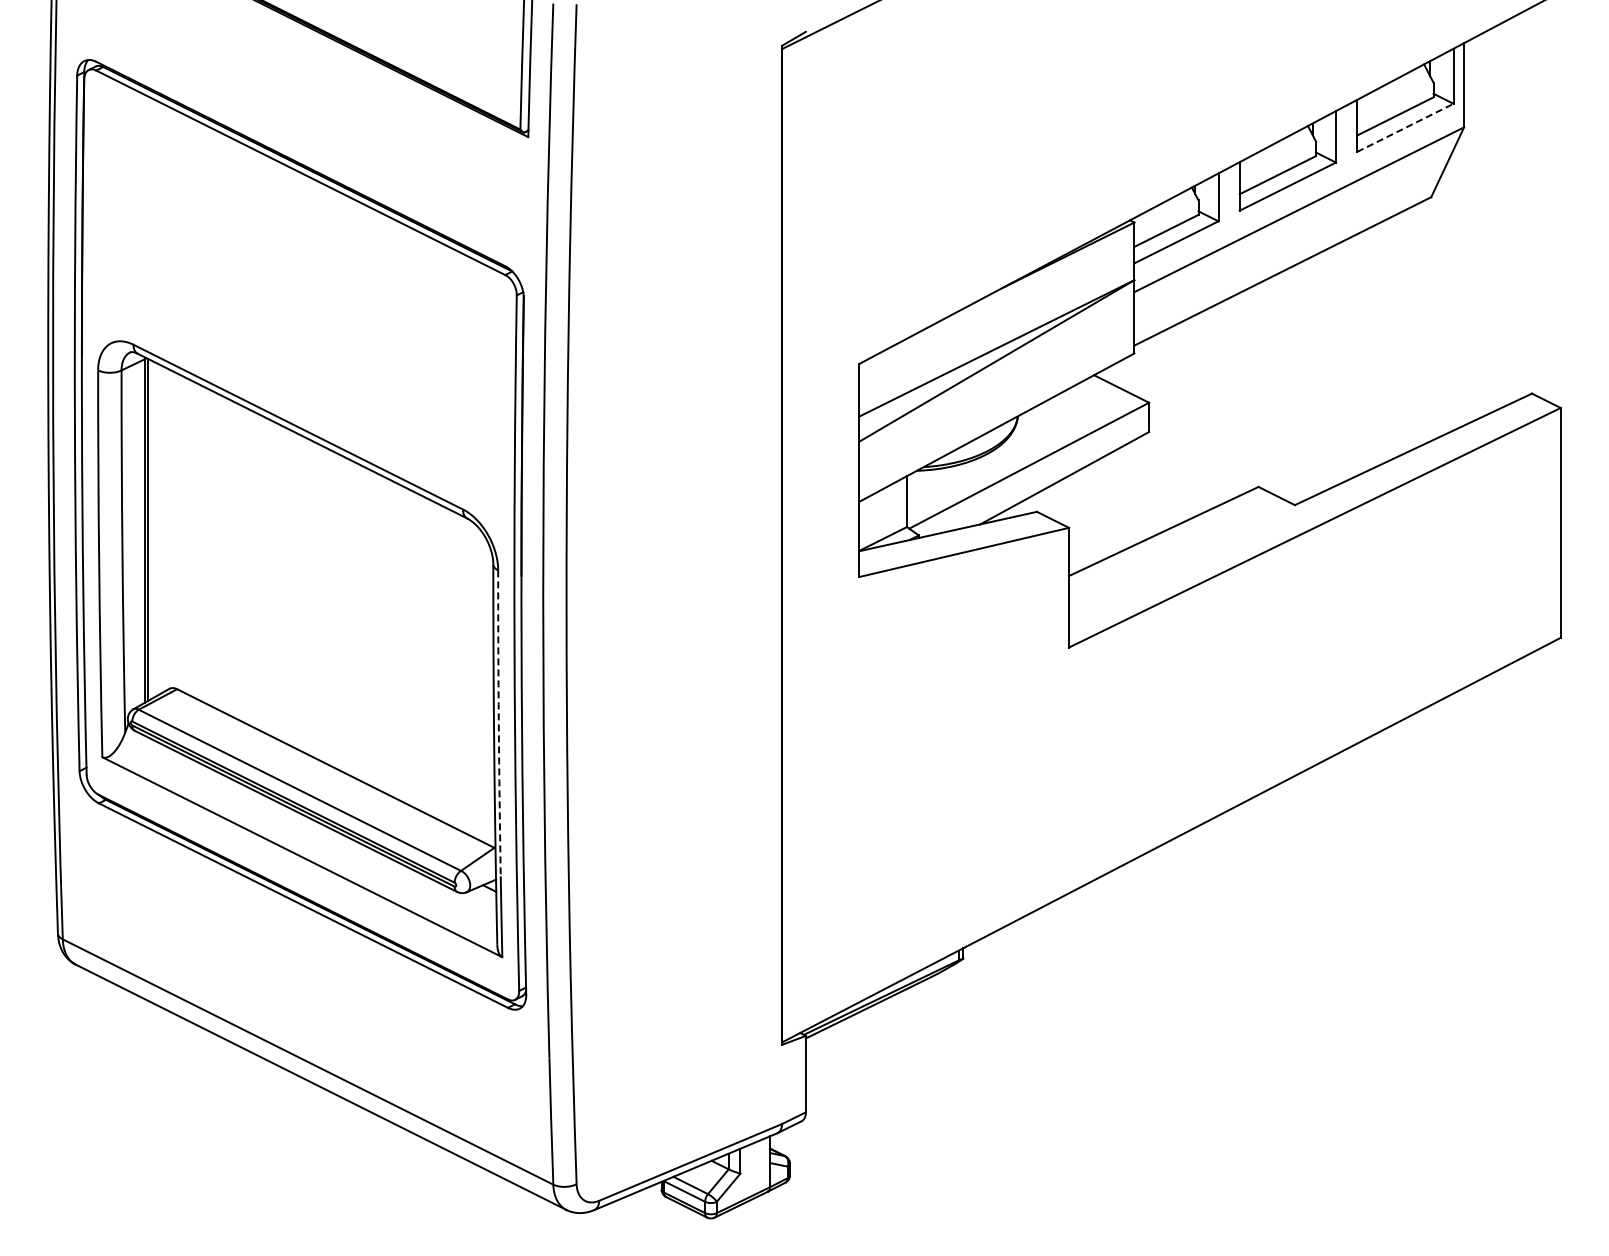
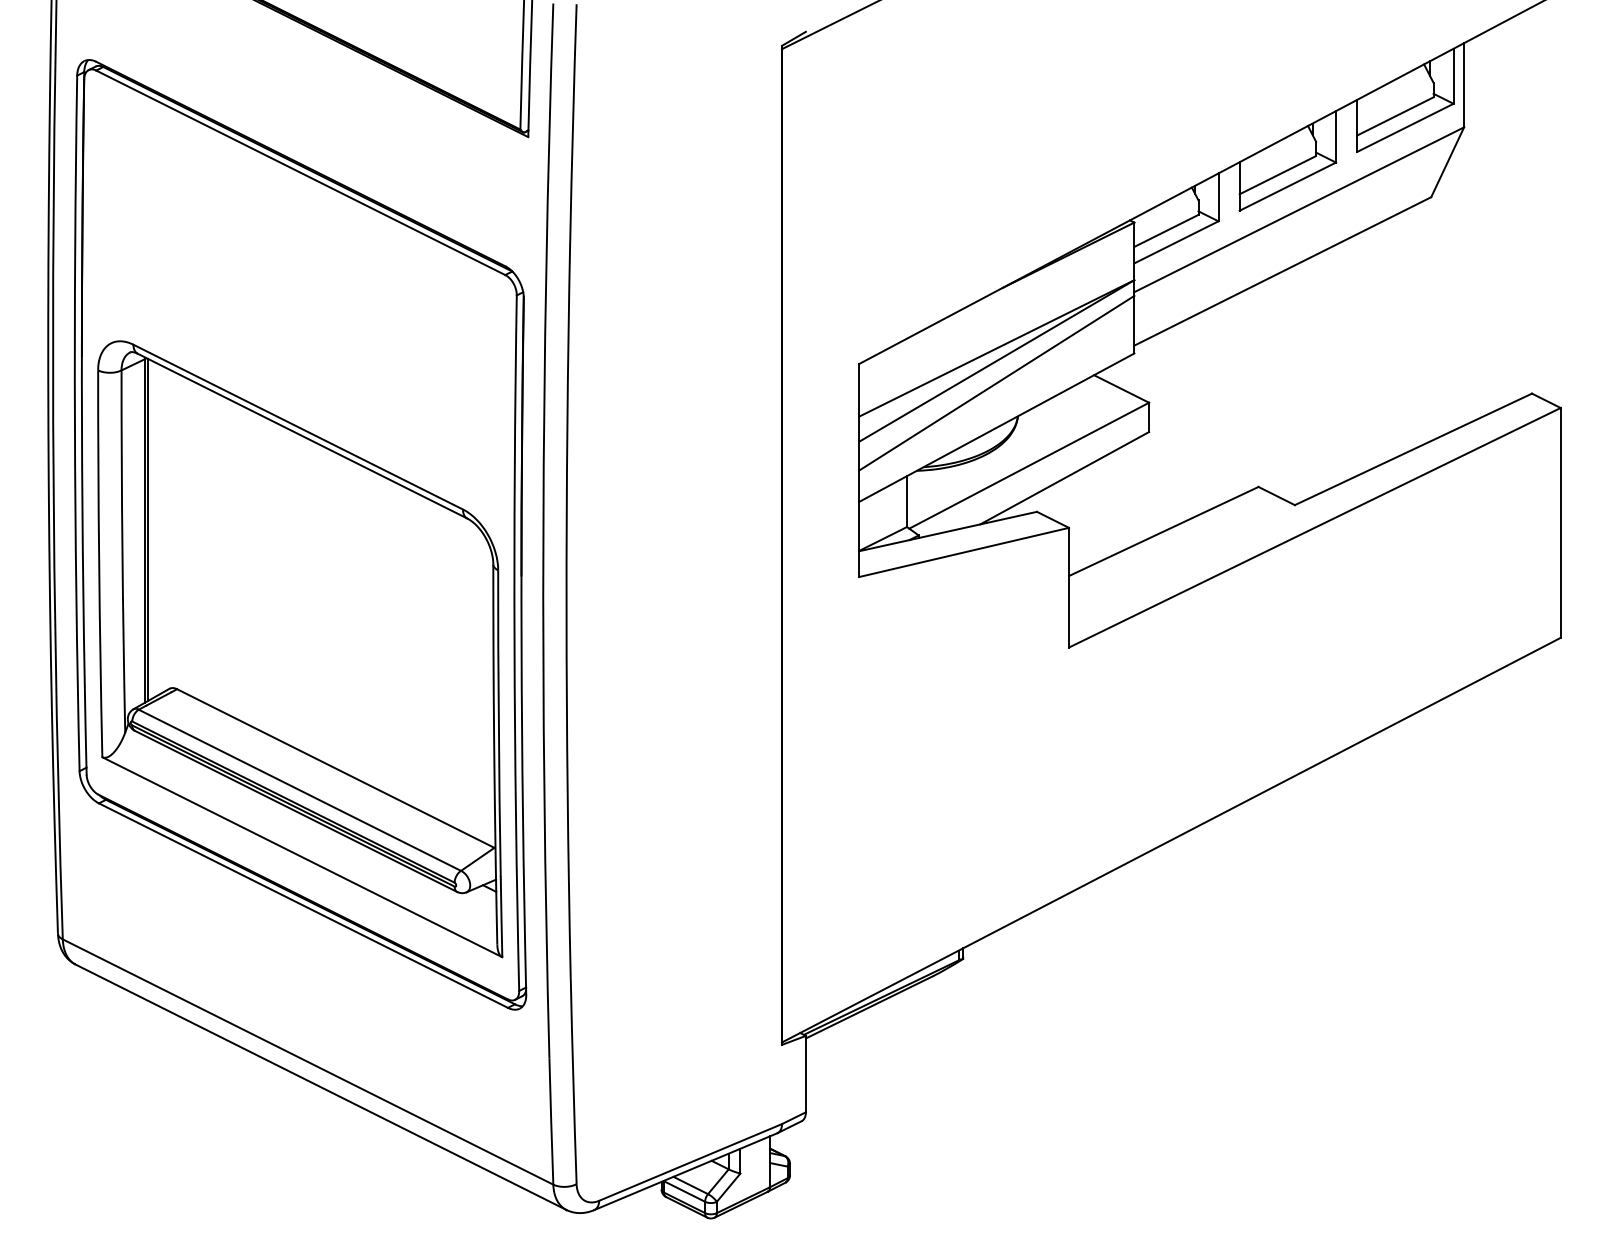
line at (1405, 127): dashed -> solid
line at (996, 382): none -> present
arc at (498, 723): dashed -> solid
